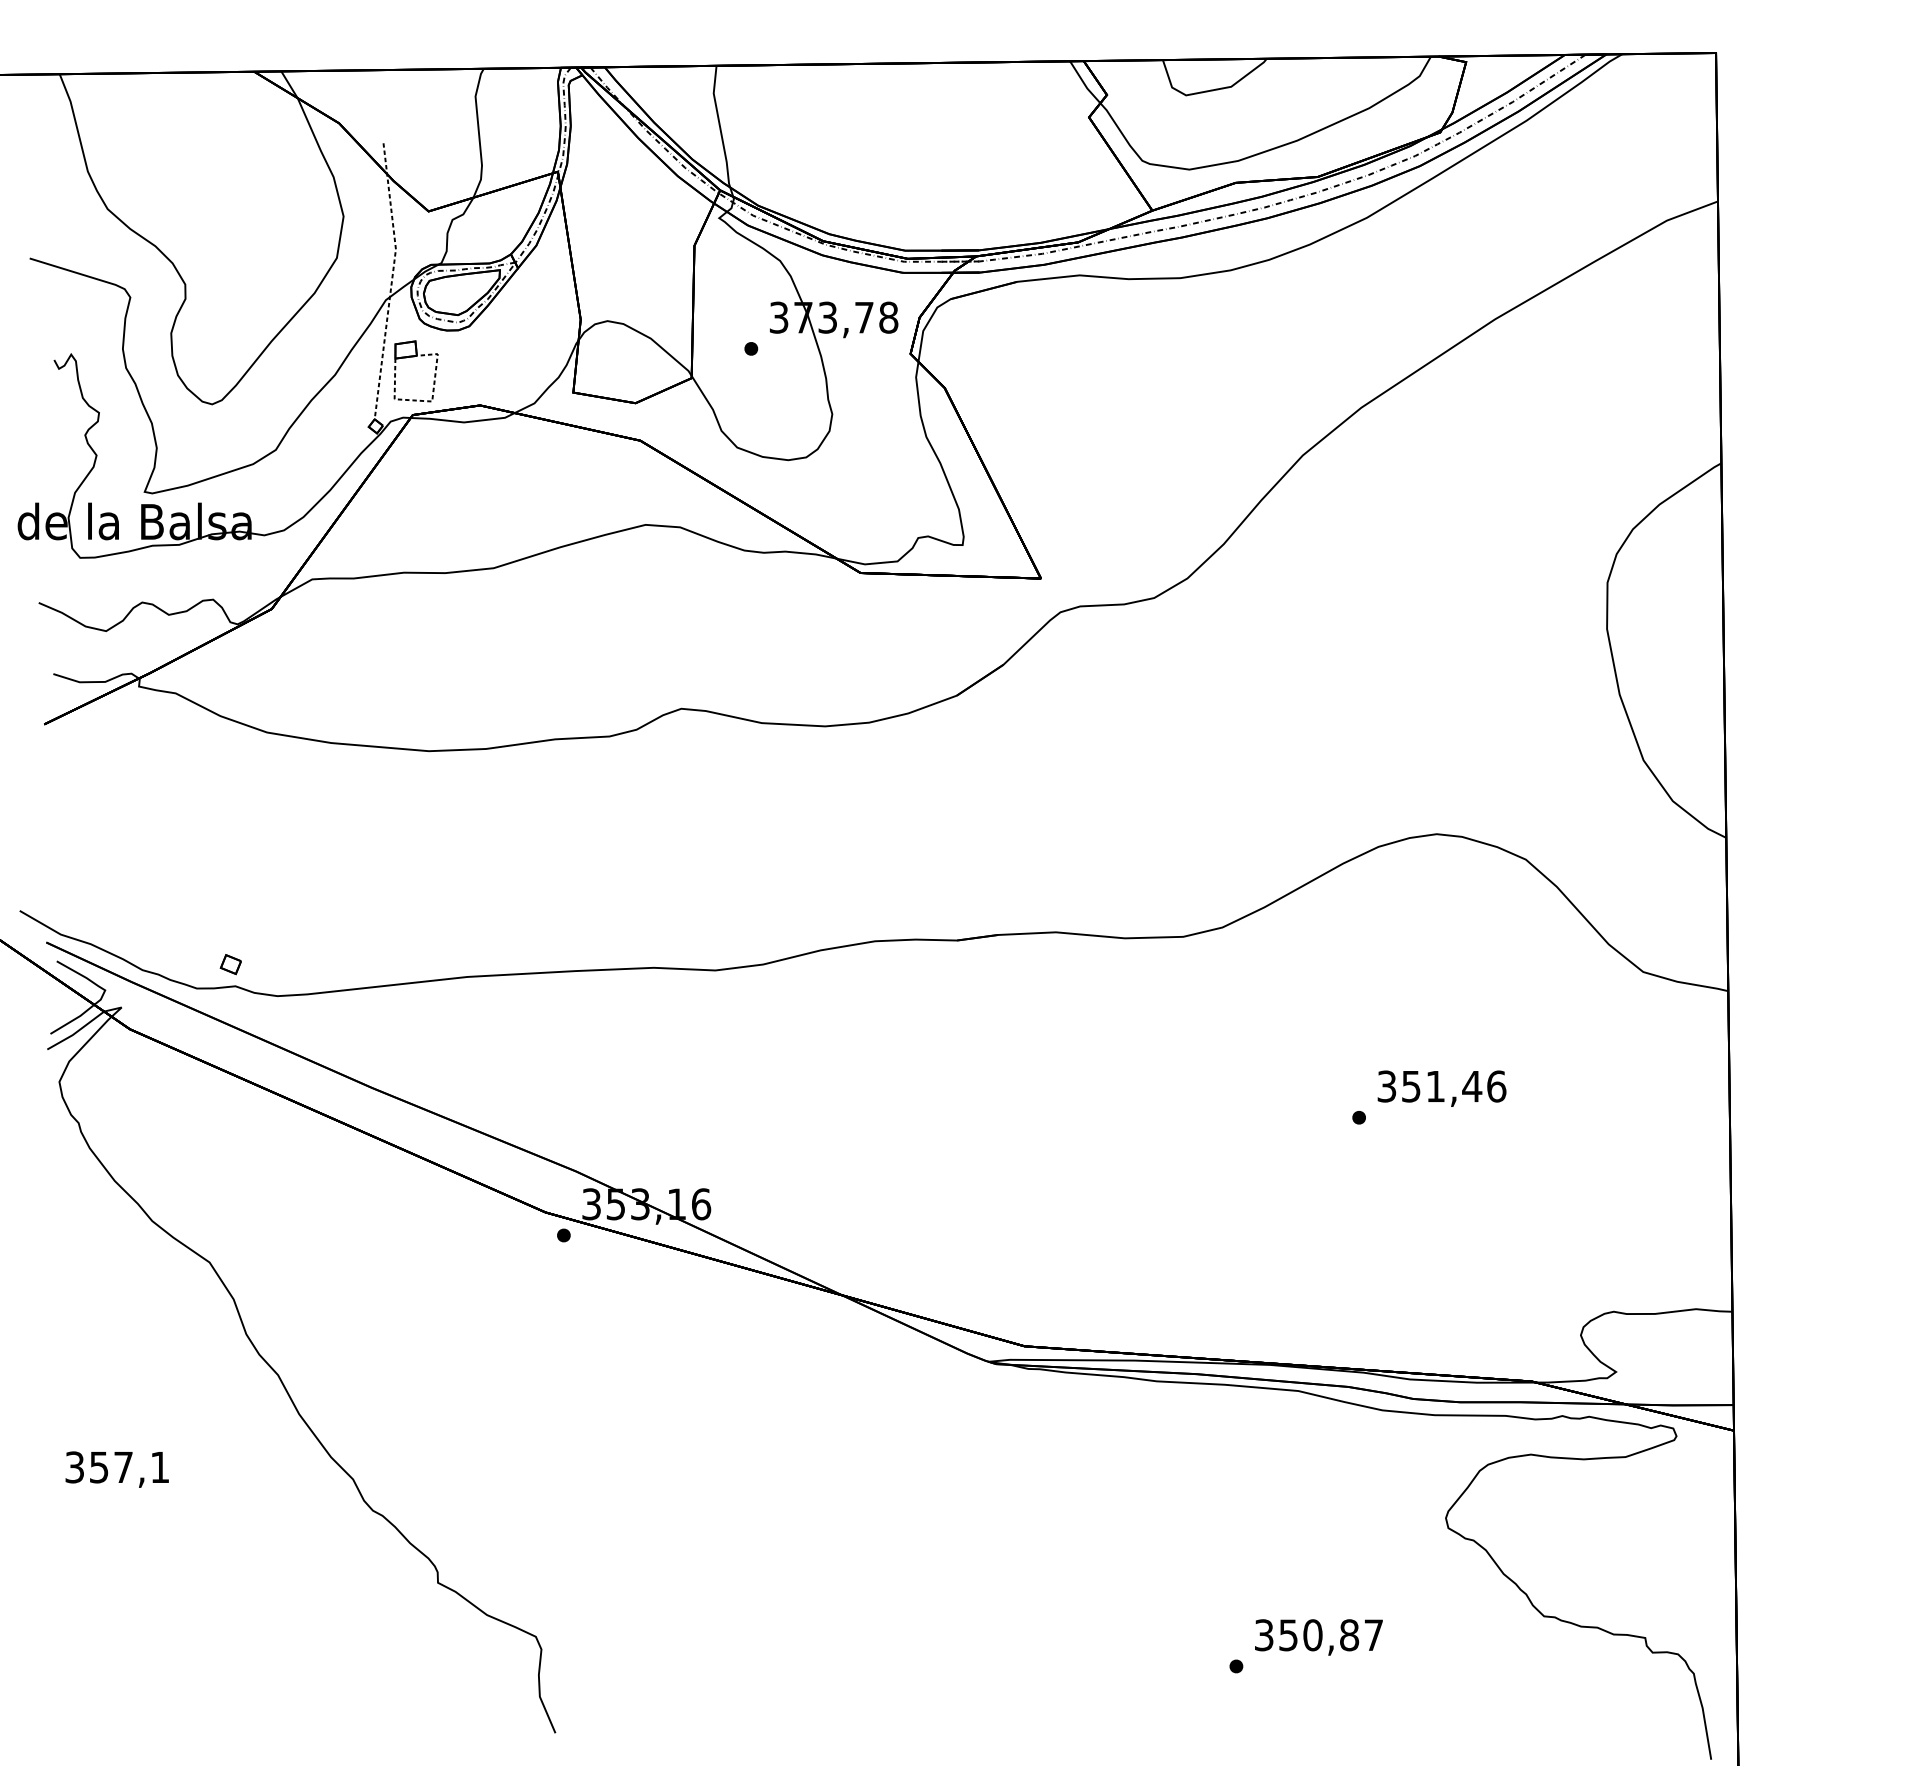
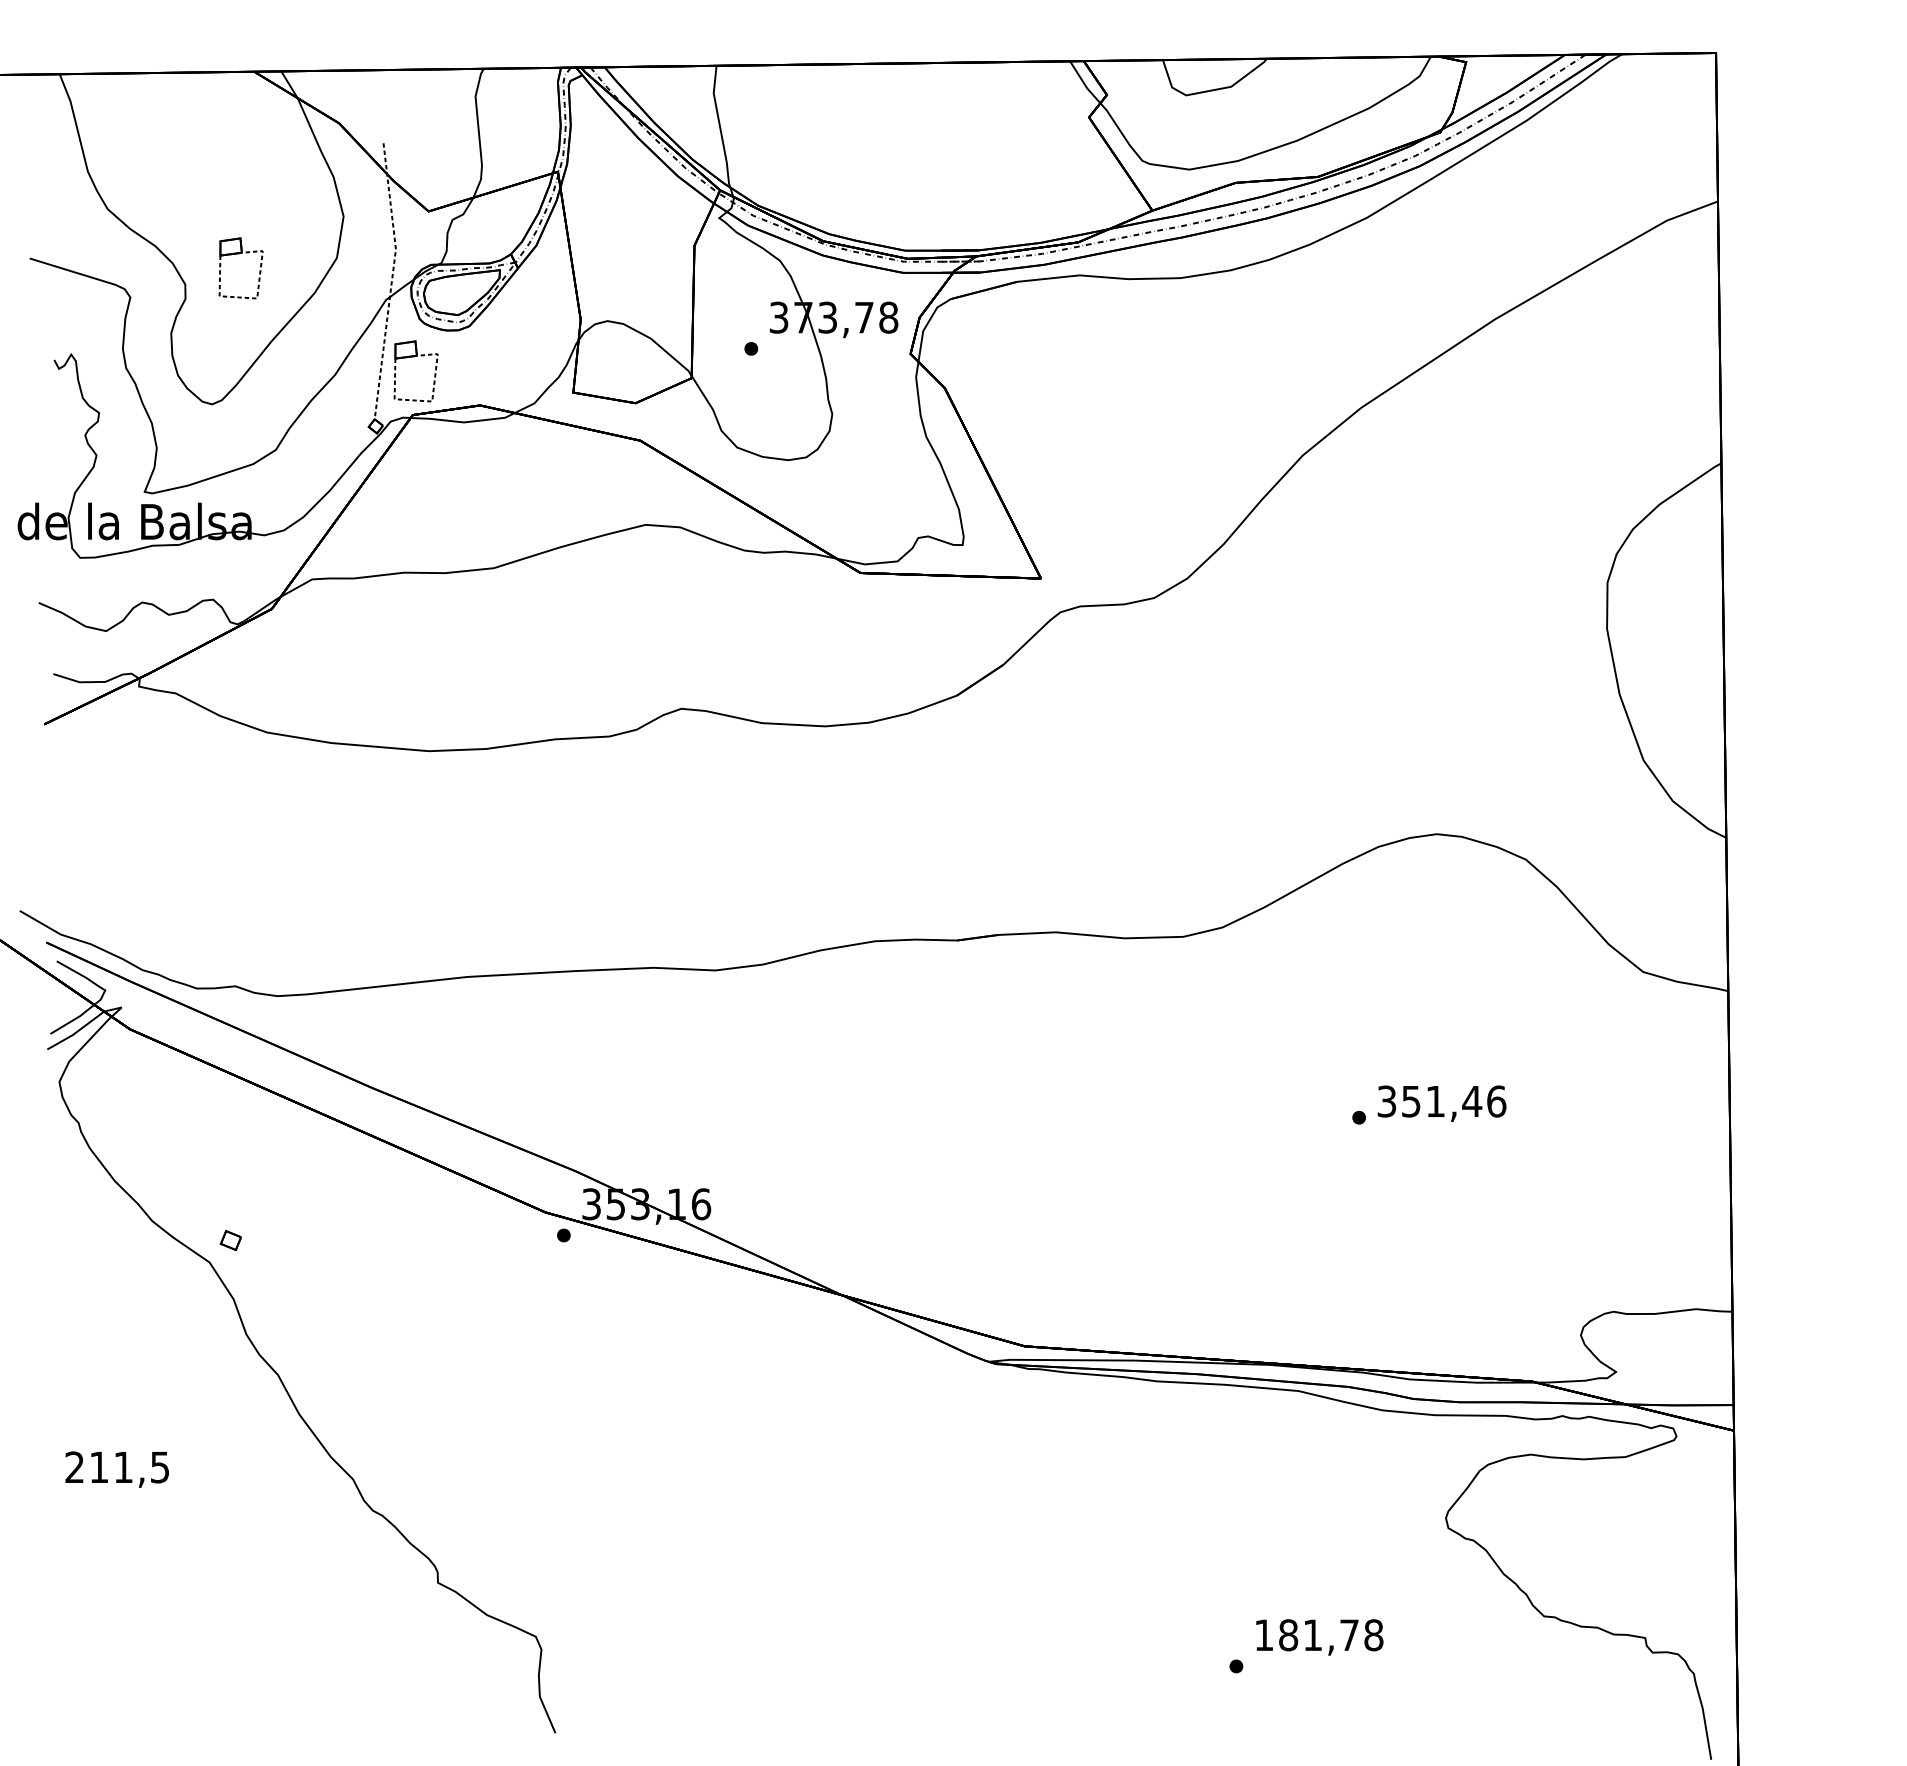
part at (239, 254): none -> present
part at (230, 964) position: (230, 964) -> (230, 1240)
text at (1441, 1088) position: (1441, 1088) -> (1441, 1103)
text at (116, 1467): 357,1 -> 211,5
text at (1319, 1635): 350,87 -> 181,78
